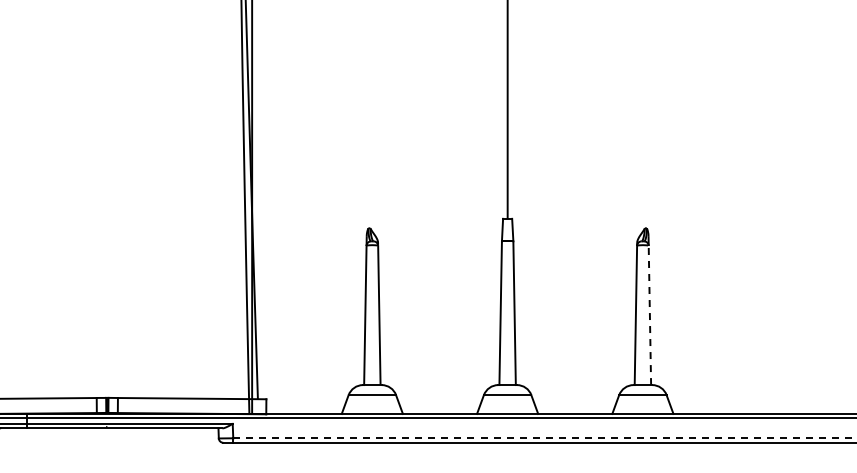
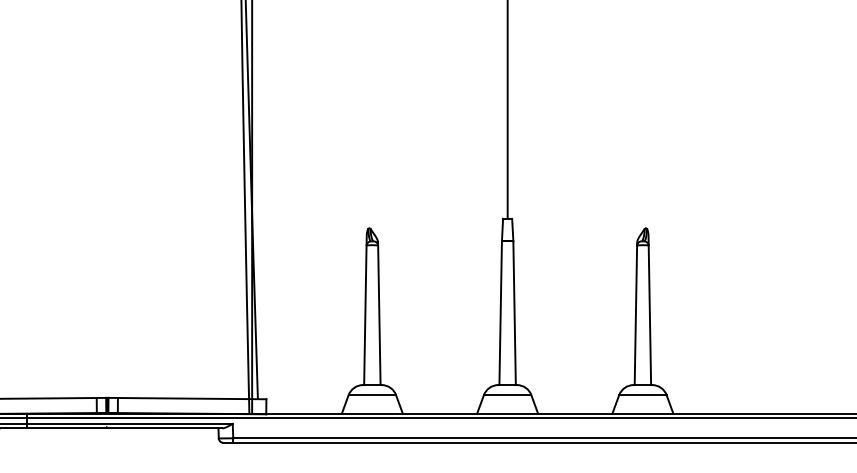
line at (649, 315): dashed -> solid
line at (545, 438): dashed -> solid
